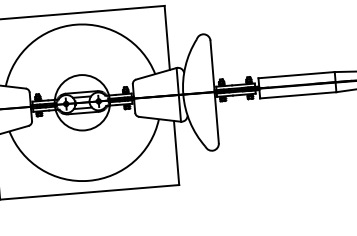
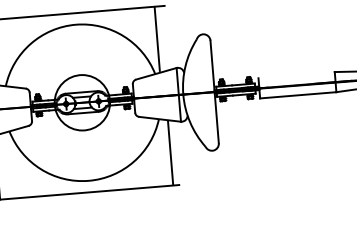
line at (166, 37) position: (166, 37) -> (156, 38)
line at (296, 75): present -> none
line at (176, 152) position: (176, 152) -> (170, 152)
